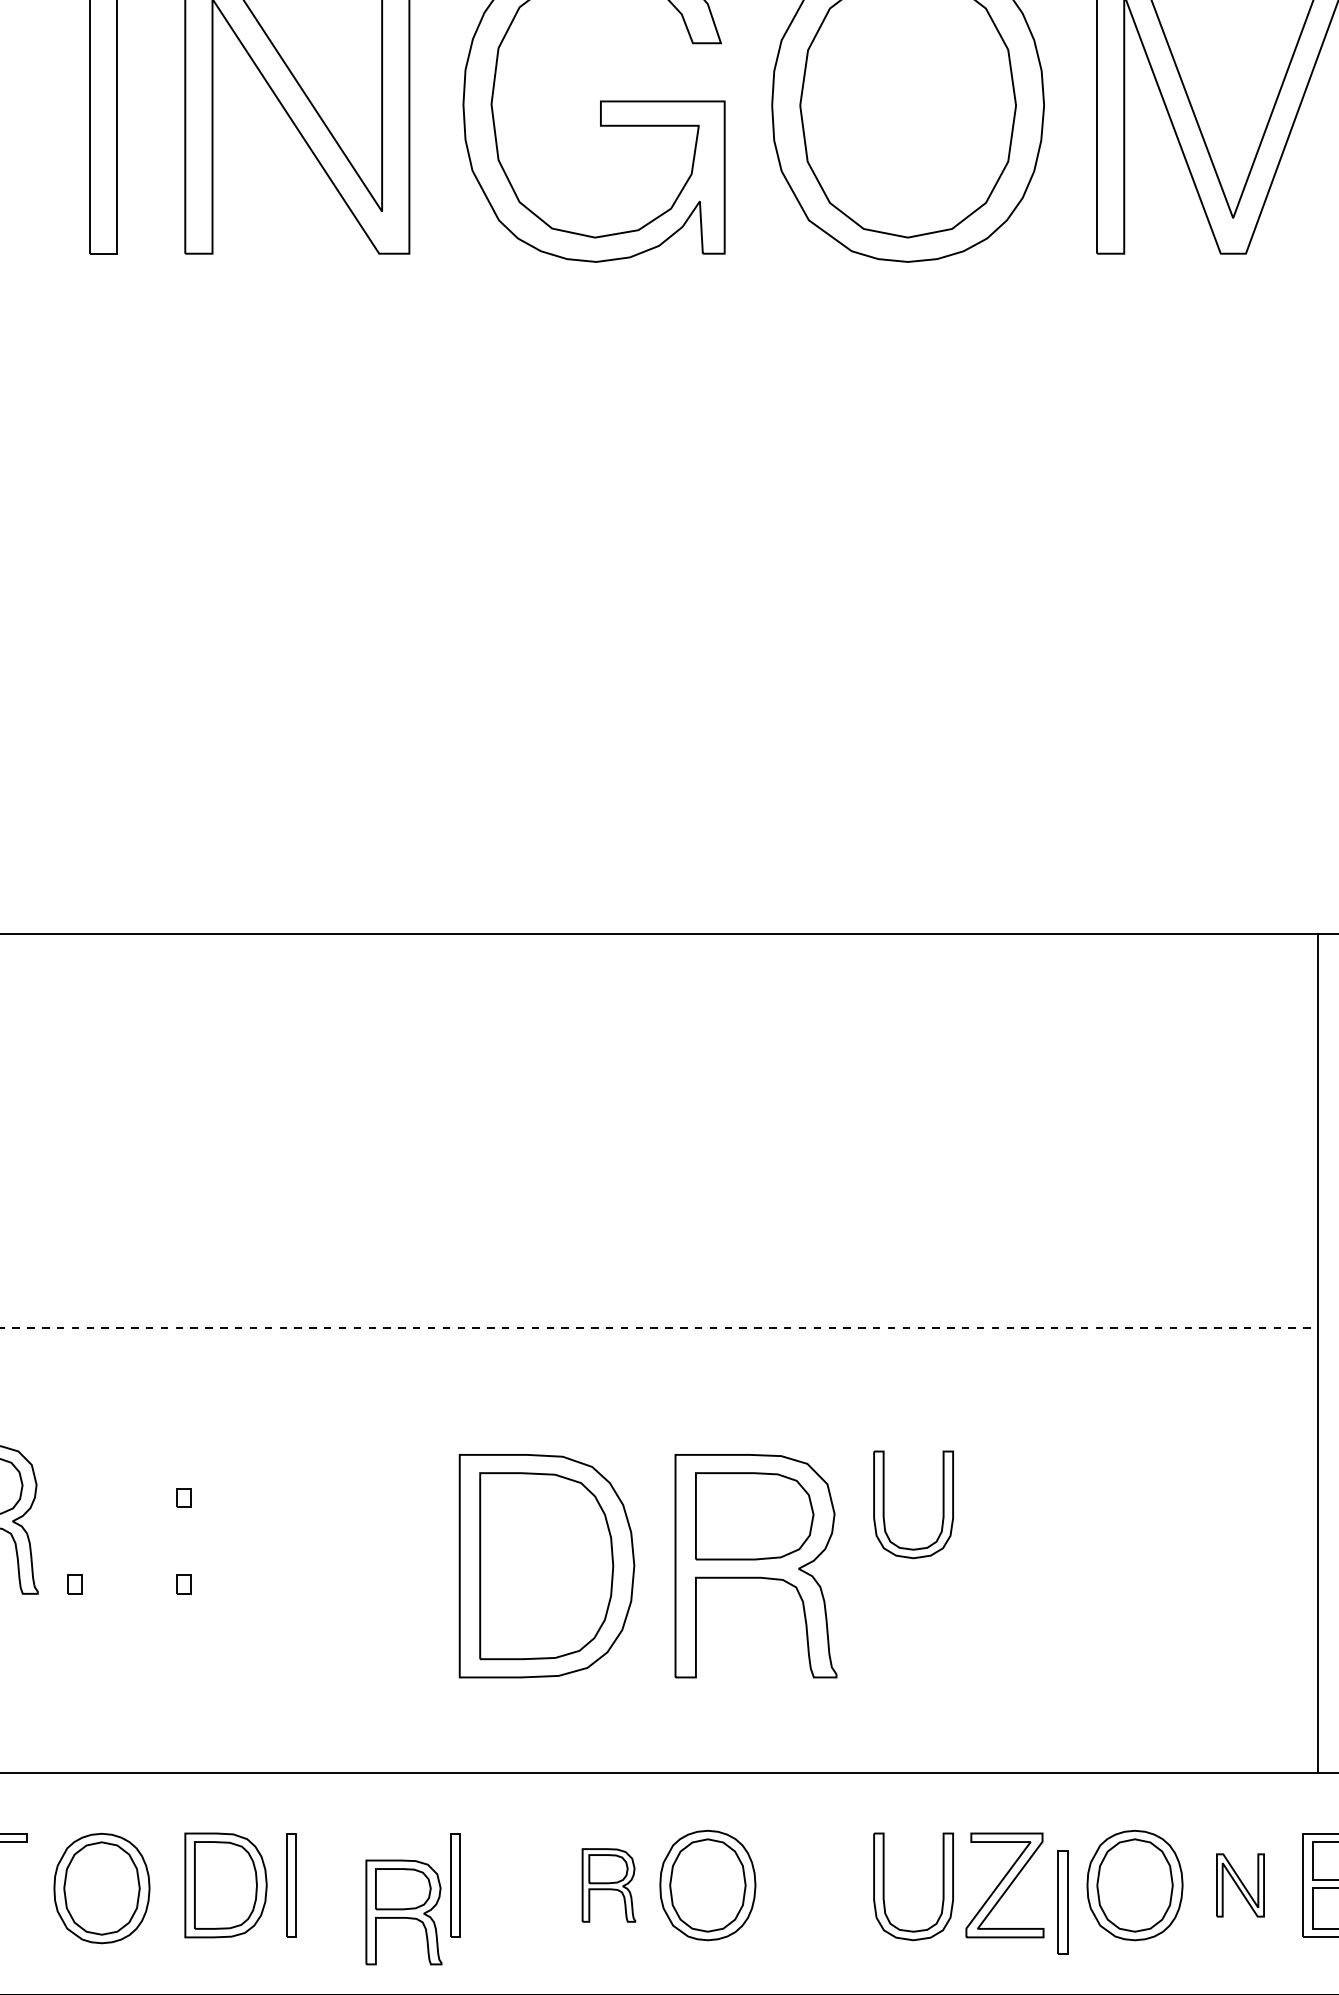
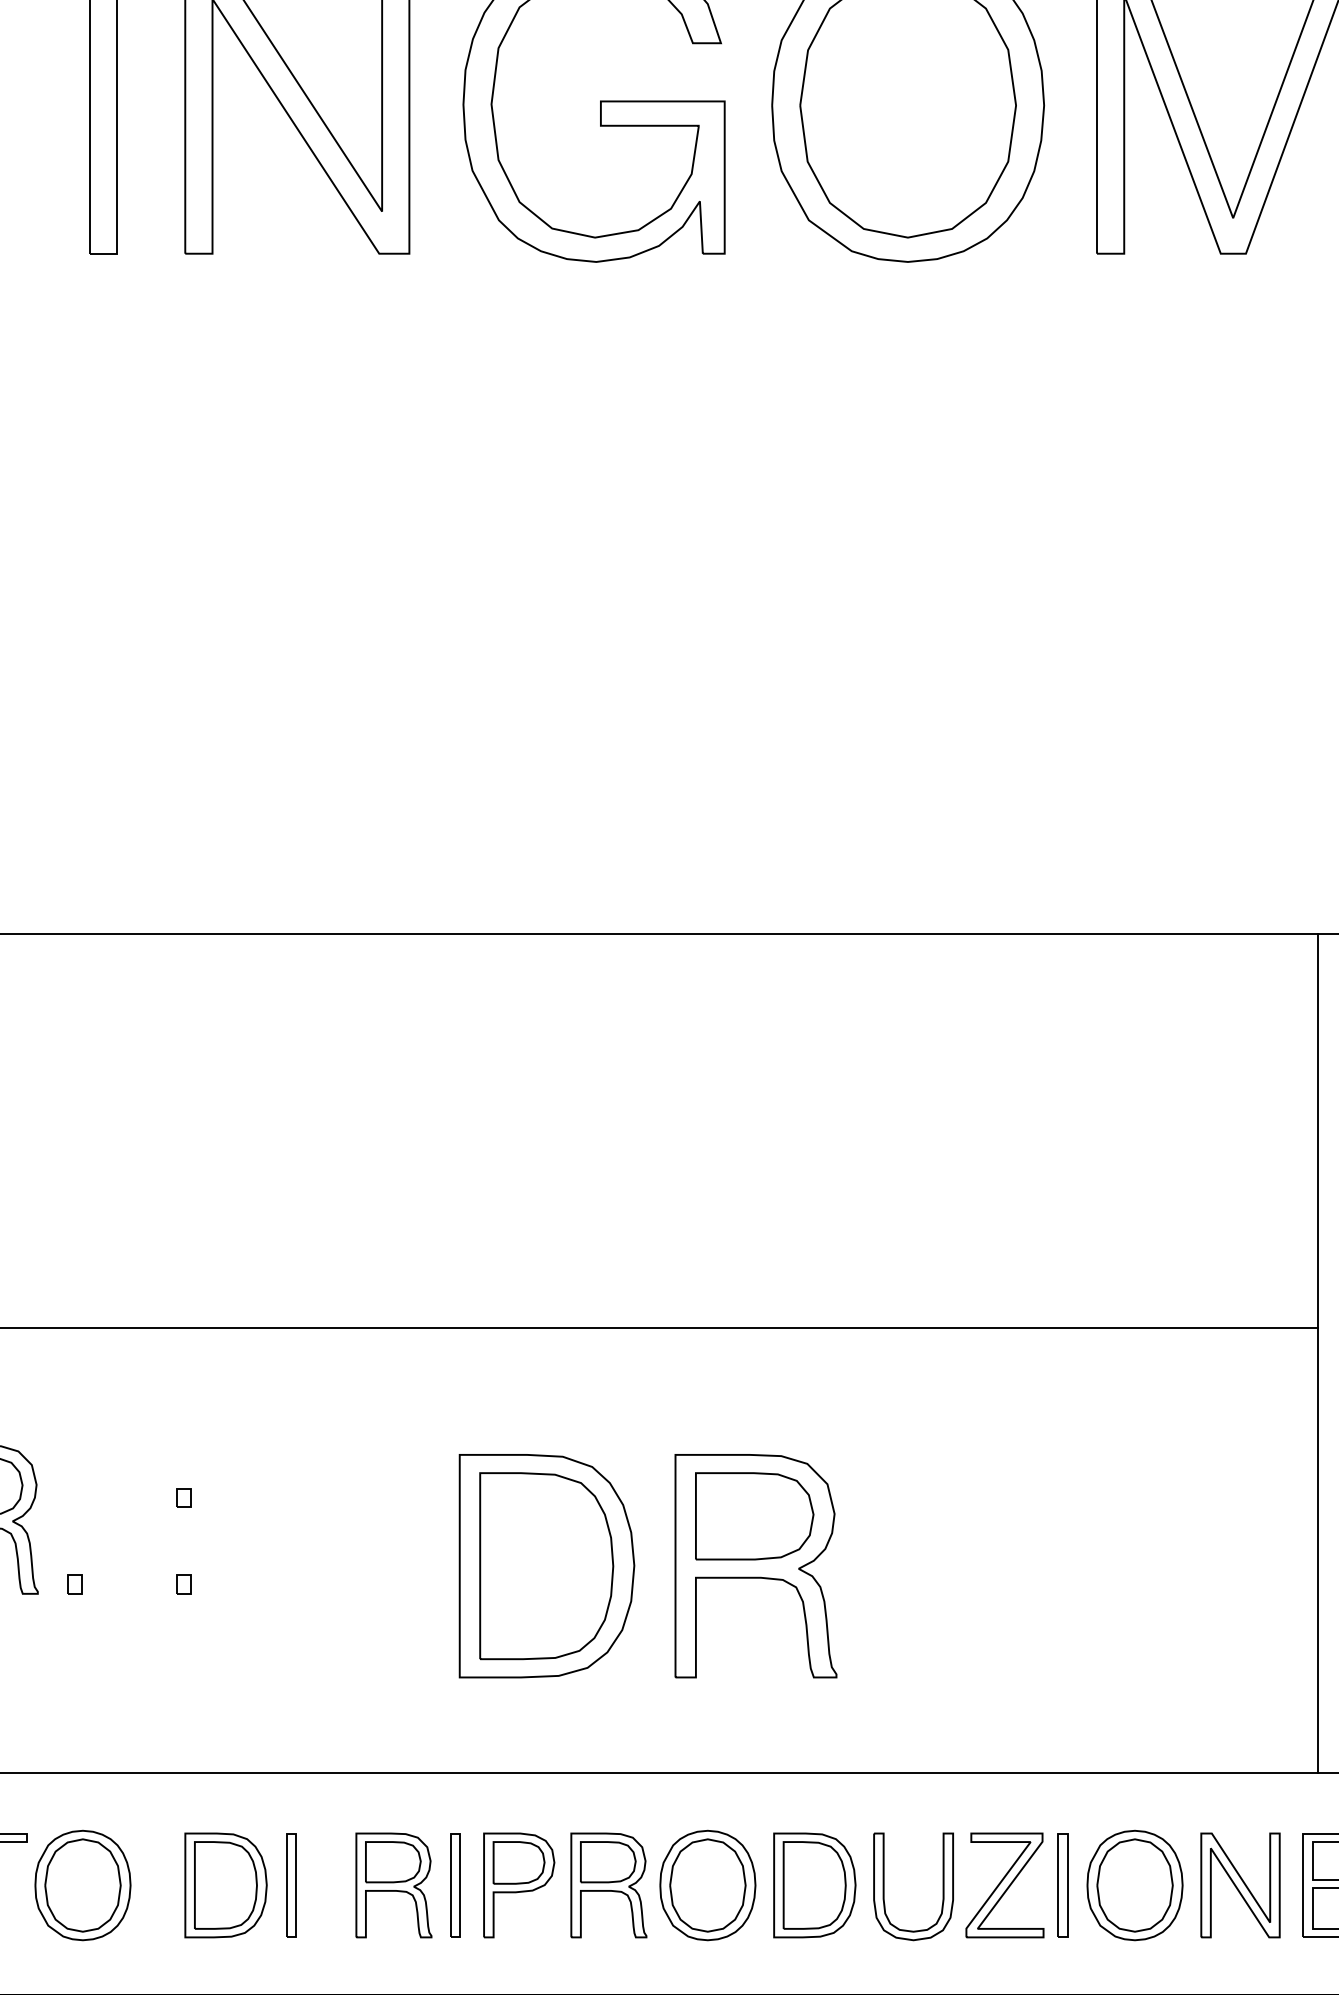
line at (660, 1327): dashed -> solid
part at (884, 1504): present -> none
part at (519, 1885): none -> present
part at (608, 1885) size: 56x75 px -> 78x107 px
part at (814, 1885): none -> present
part at (1240, 1885) size: 49x65 px -> 81x107 px
part at (101, 1888) position: (101, 1888) -> (82, 1885)
part at (1062, 1902) position: (1062, 1902) -> (1062, 1885)
part at (403, 1912) position: (403, 1912) -> (393, 1885)
